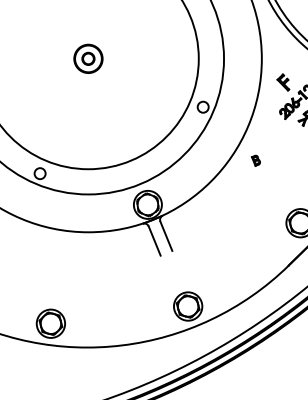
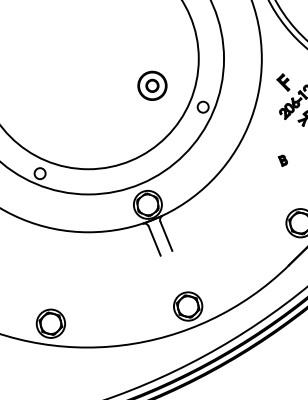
part at (88, 58) position: (88, 58) -> (152, 85)
part at (255, 160) position: (255, 160) -> (282, 160)
